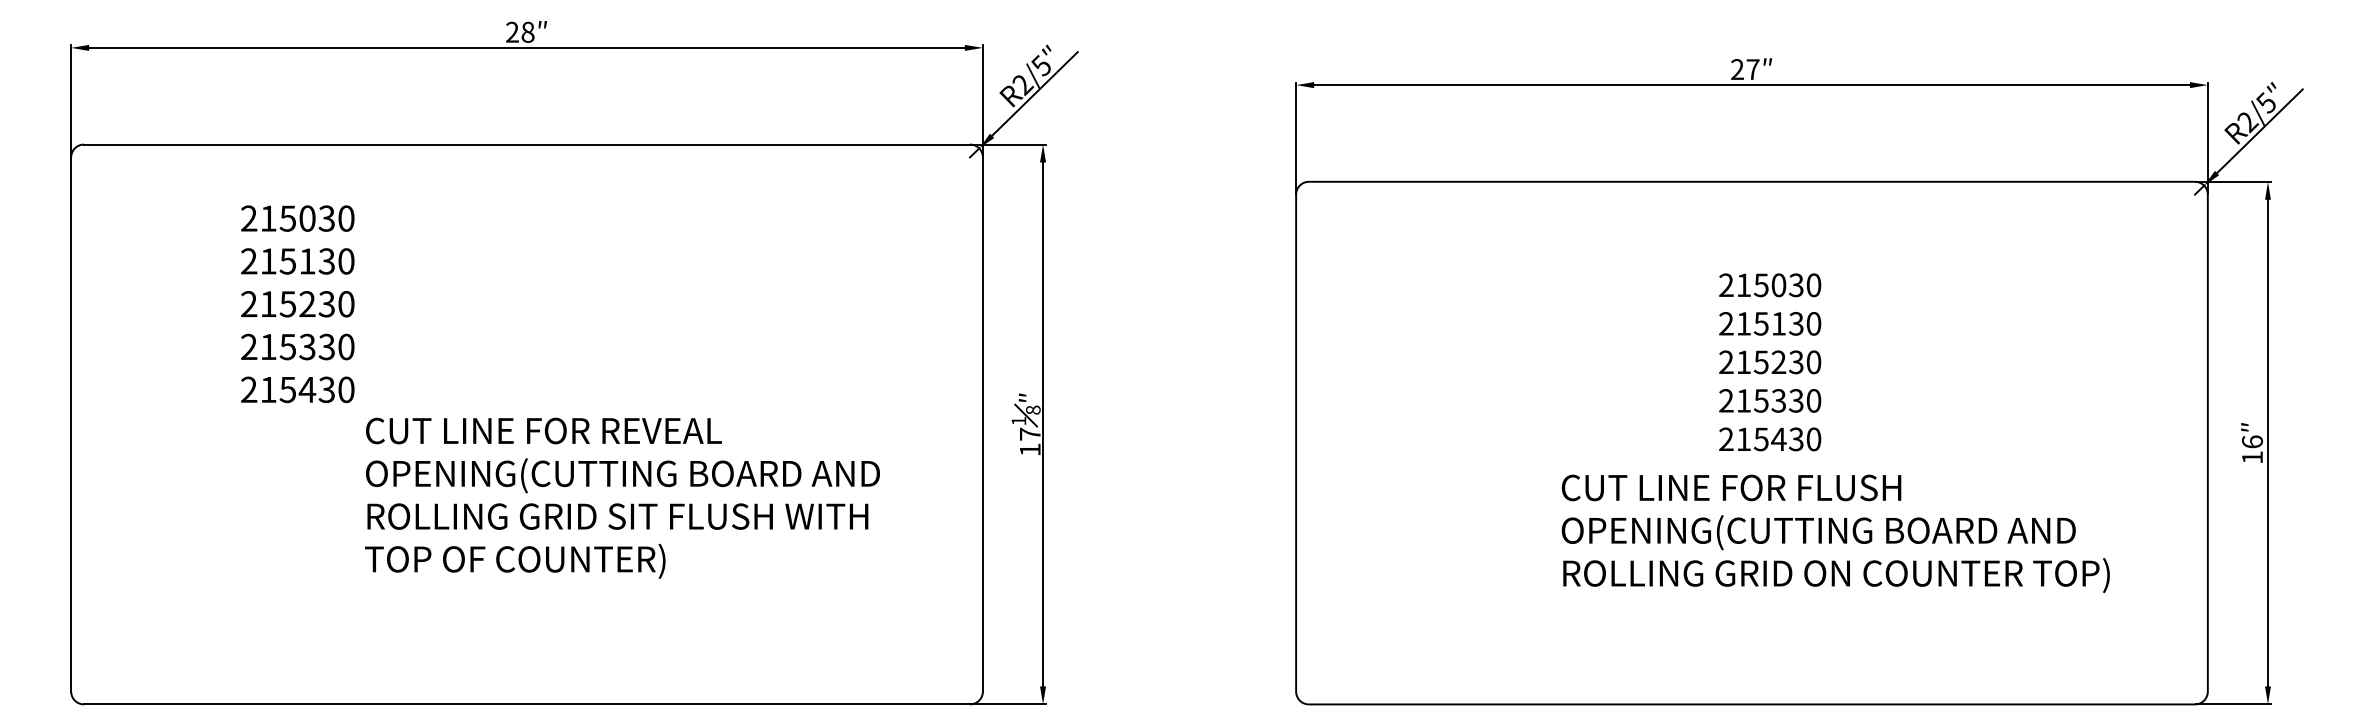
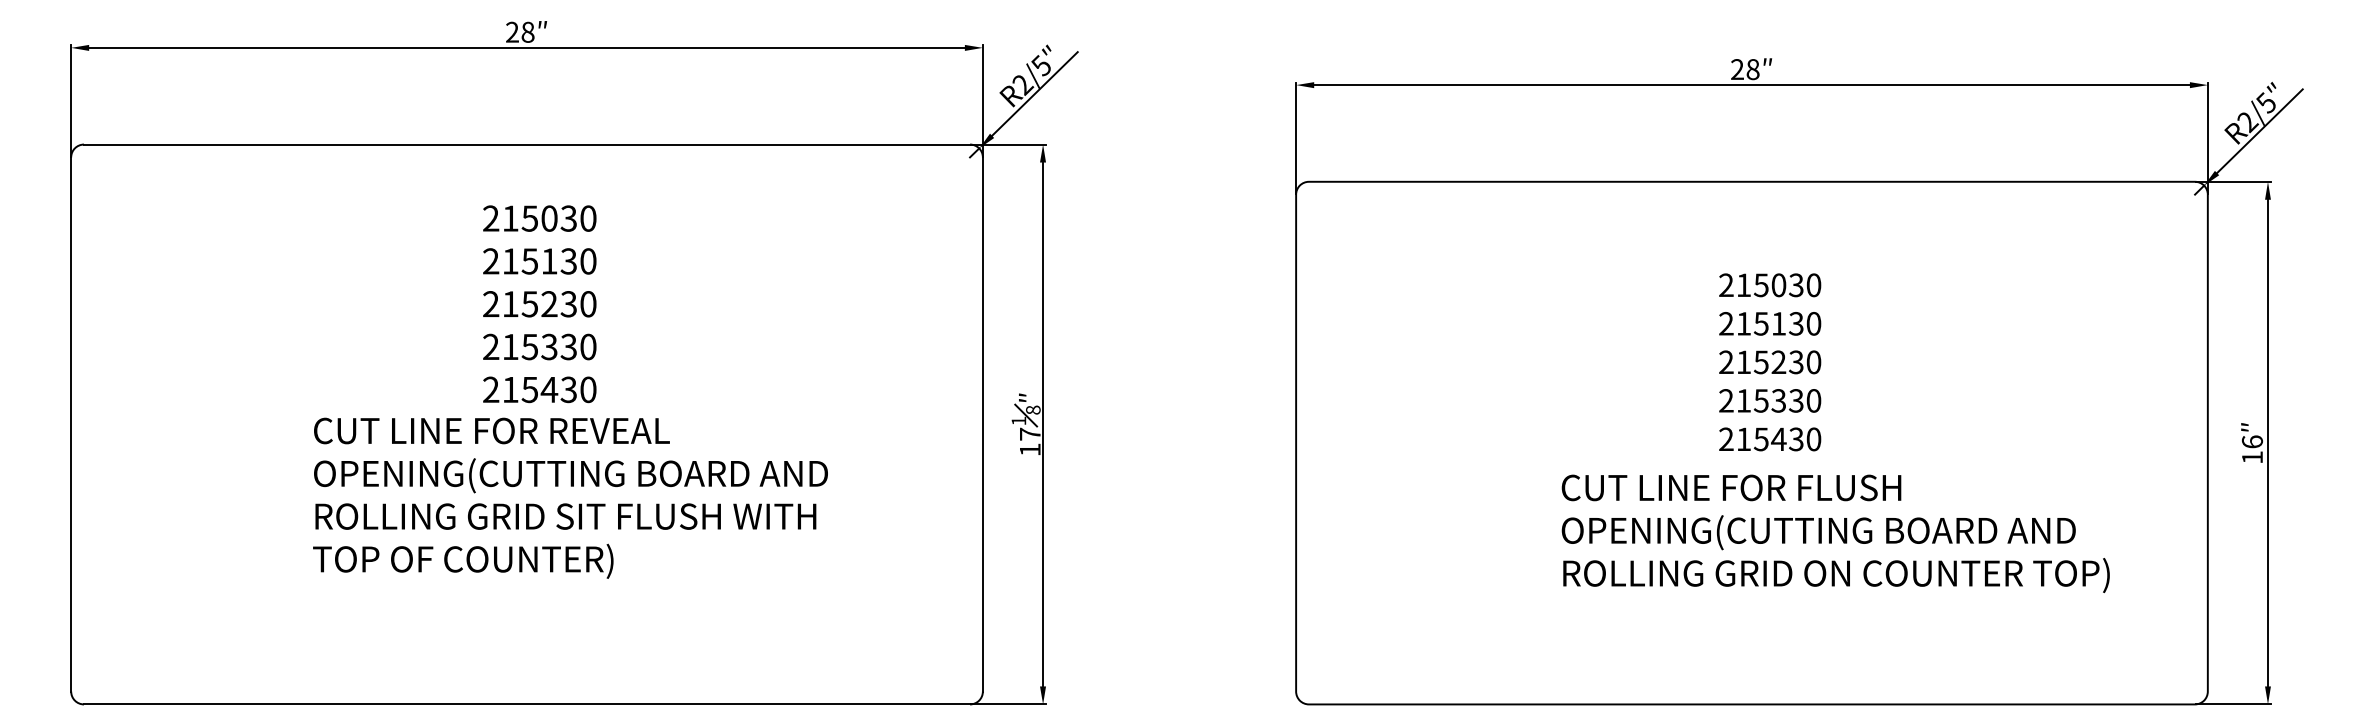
text at (1752, 69): 27 -> 28
text at (297, 304) position: (297, 304) -> (539, 304)
text at (622, 497) position: (622, 497) -> (570, 497)
